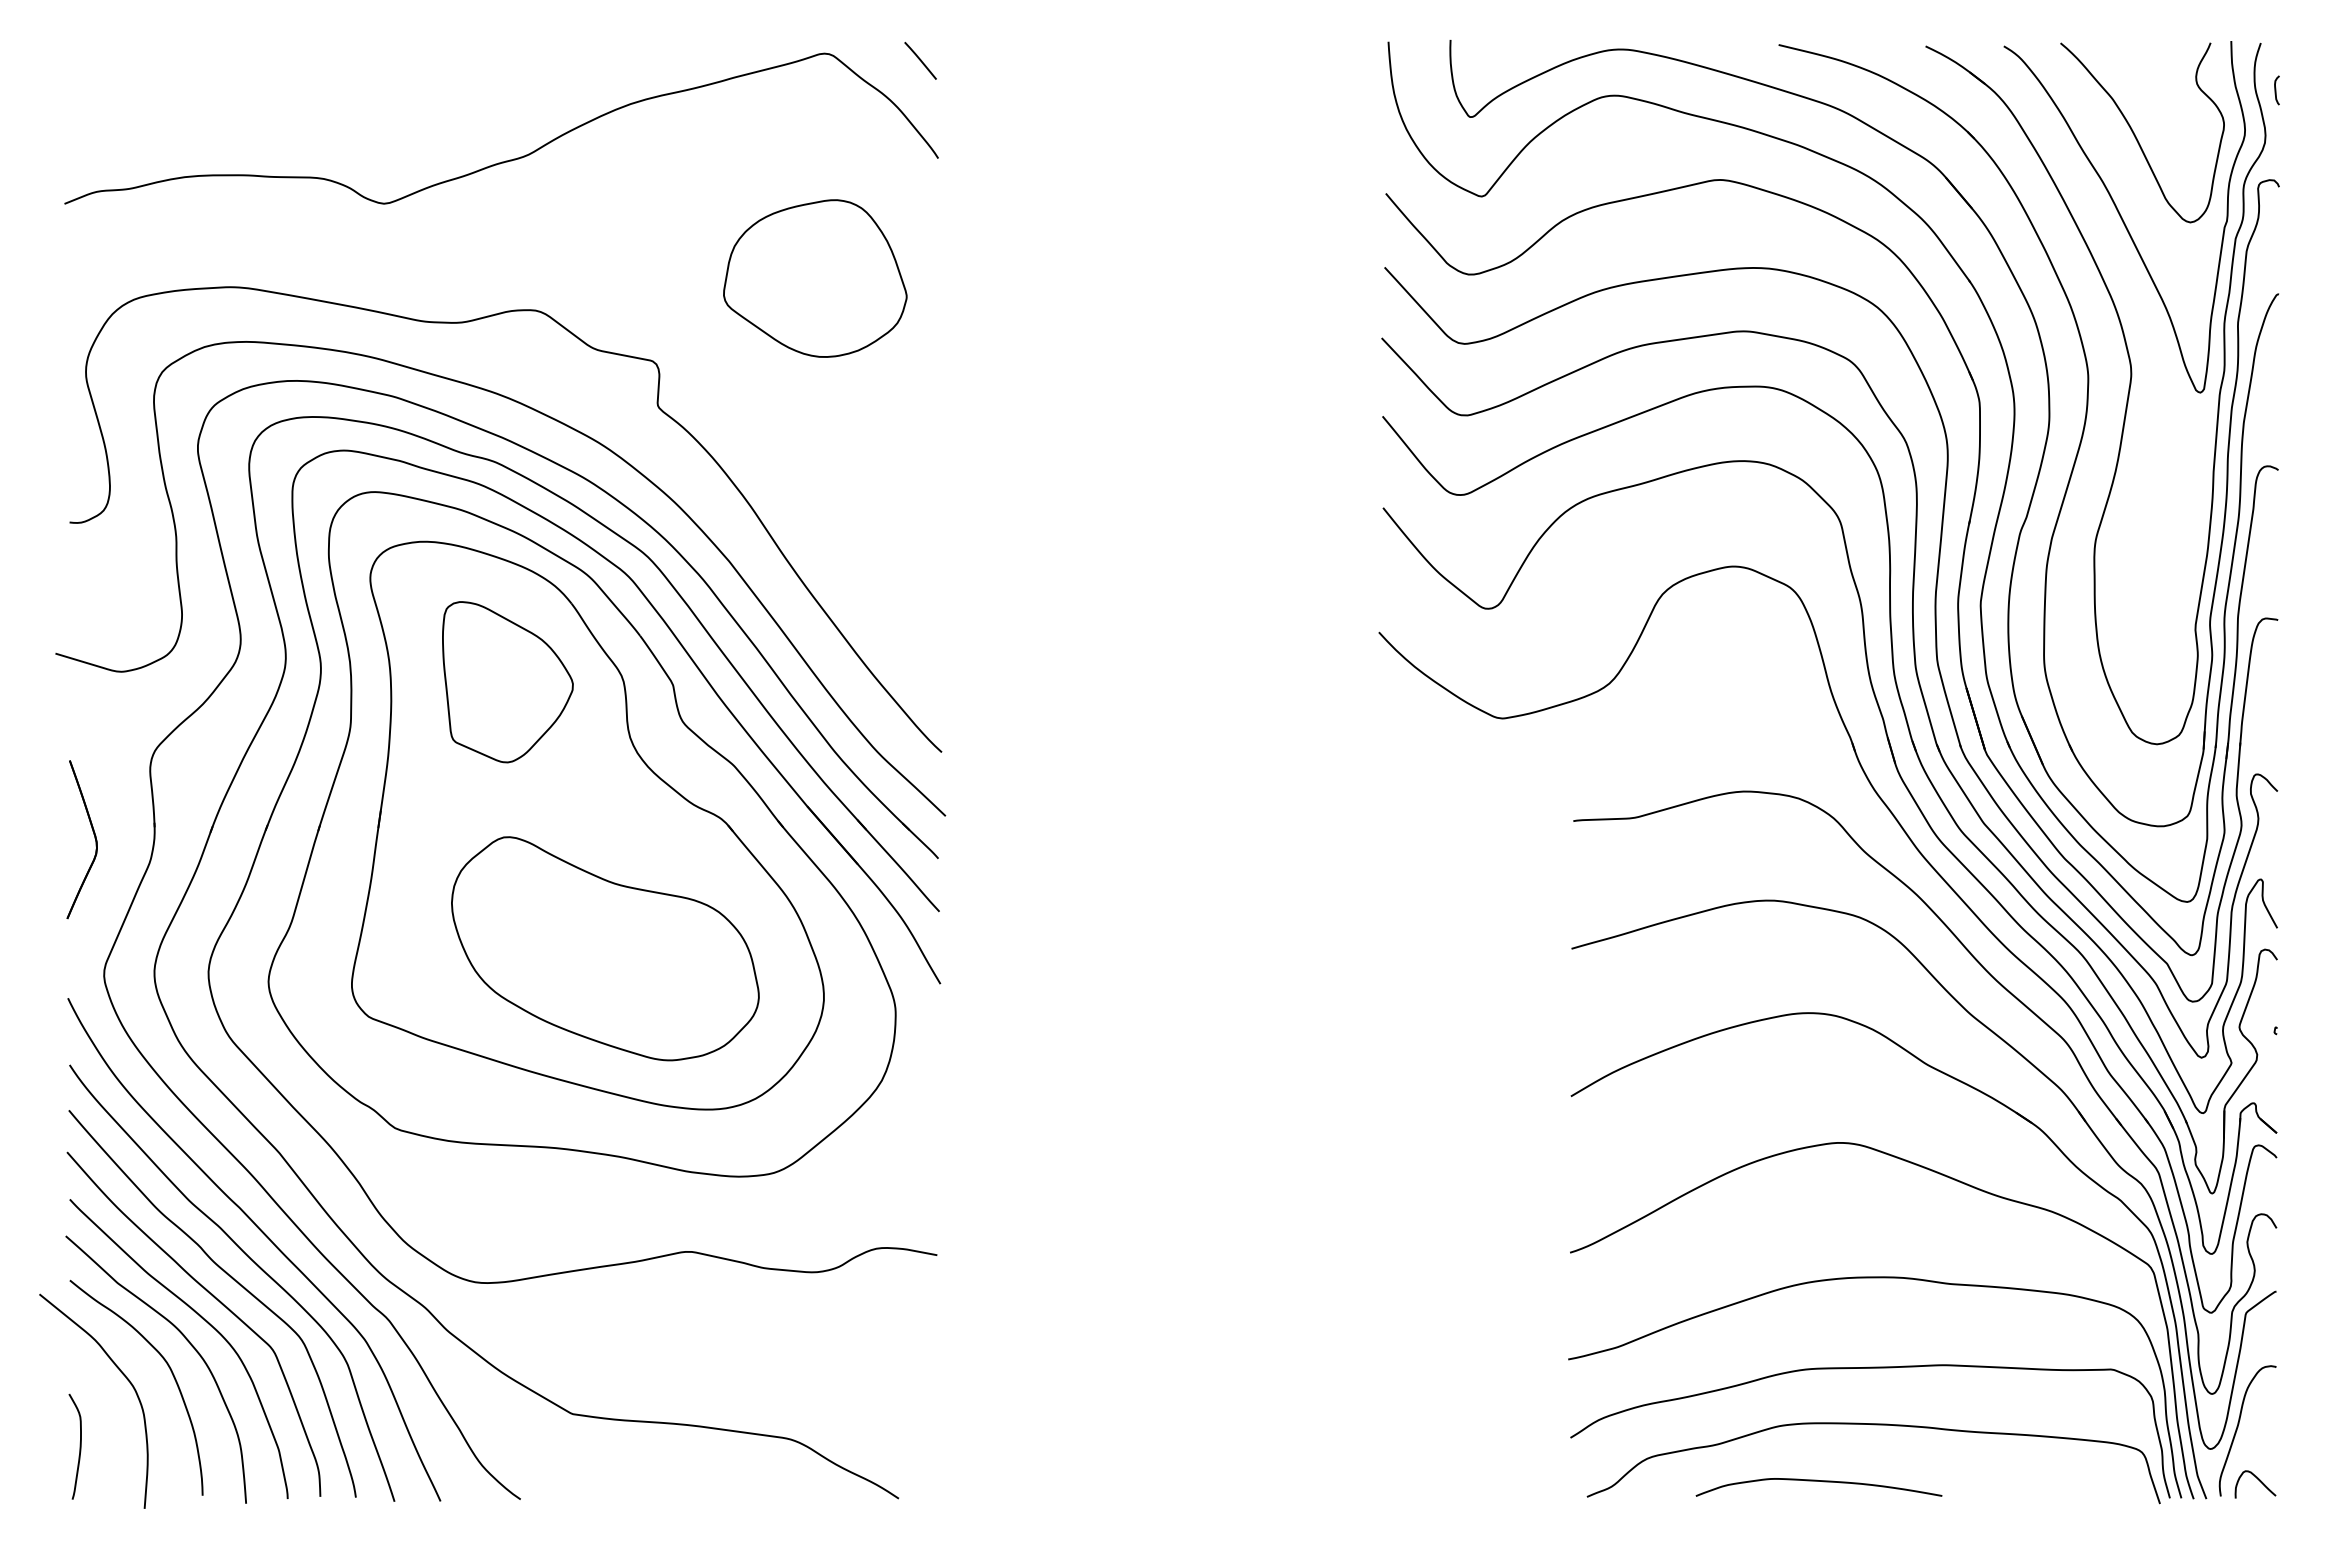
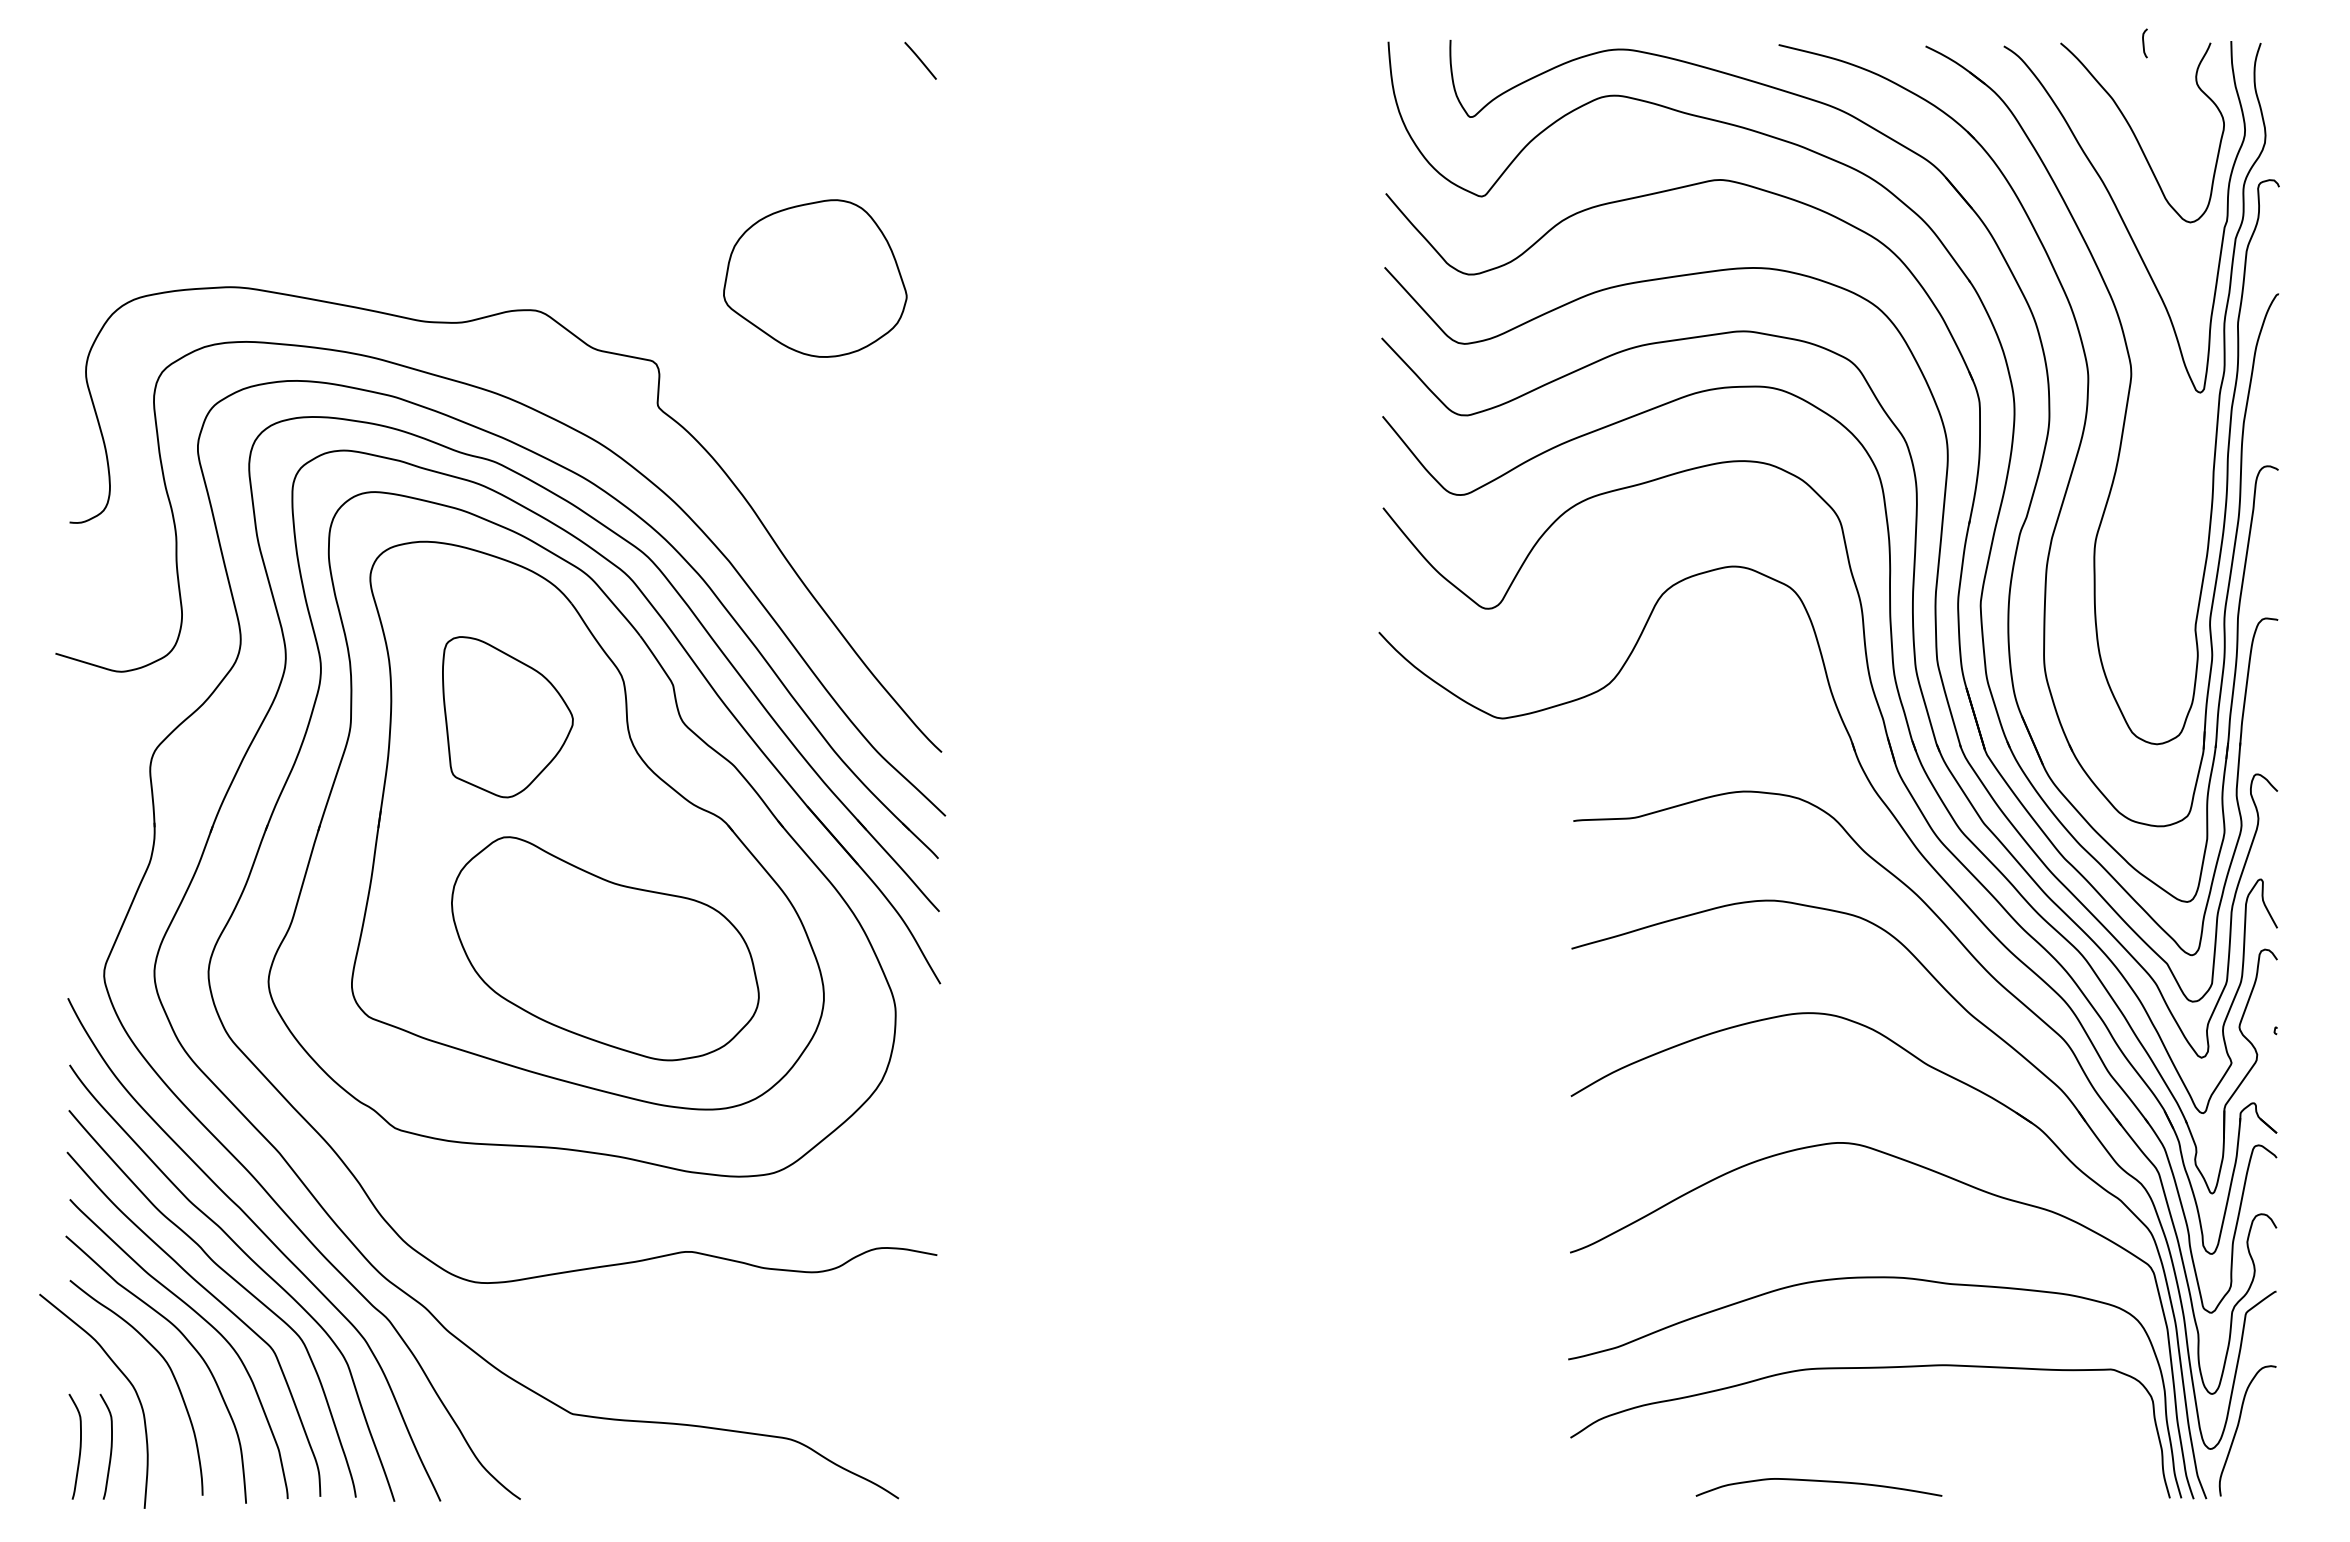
curve at (2276, 90) position: (2276, 90) -> (2144, 43)
curve at (509, 159): present -> none
part at (507, 682) position: (507, 682) -> (507, 717)
part at (93, 834): present -> none
curve at (1873, 1425): present -> none
curve at (110, 1446): none -> present
curve at (2258, 1480): present -> none
